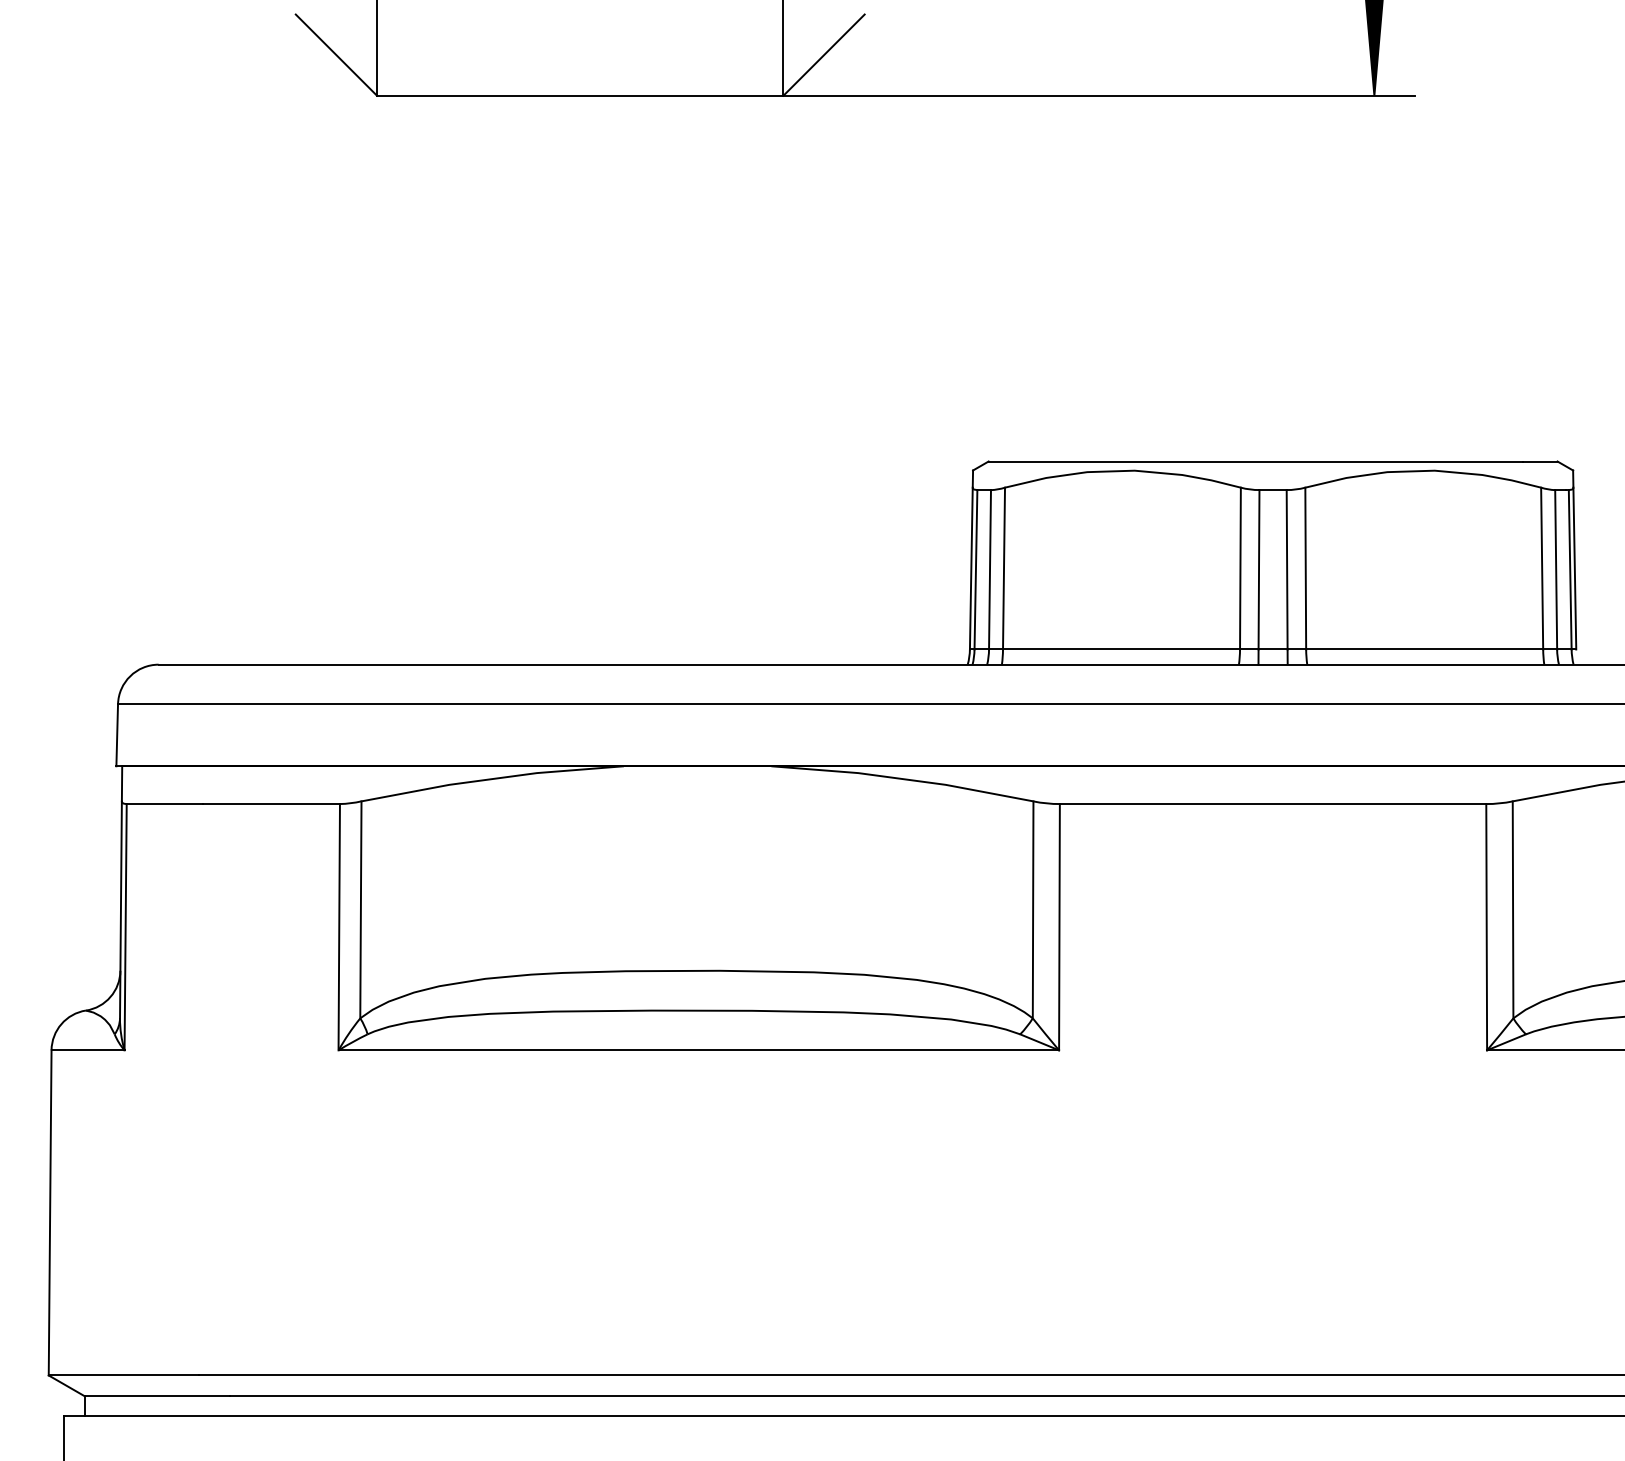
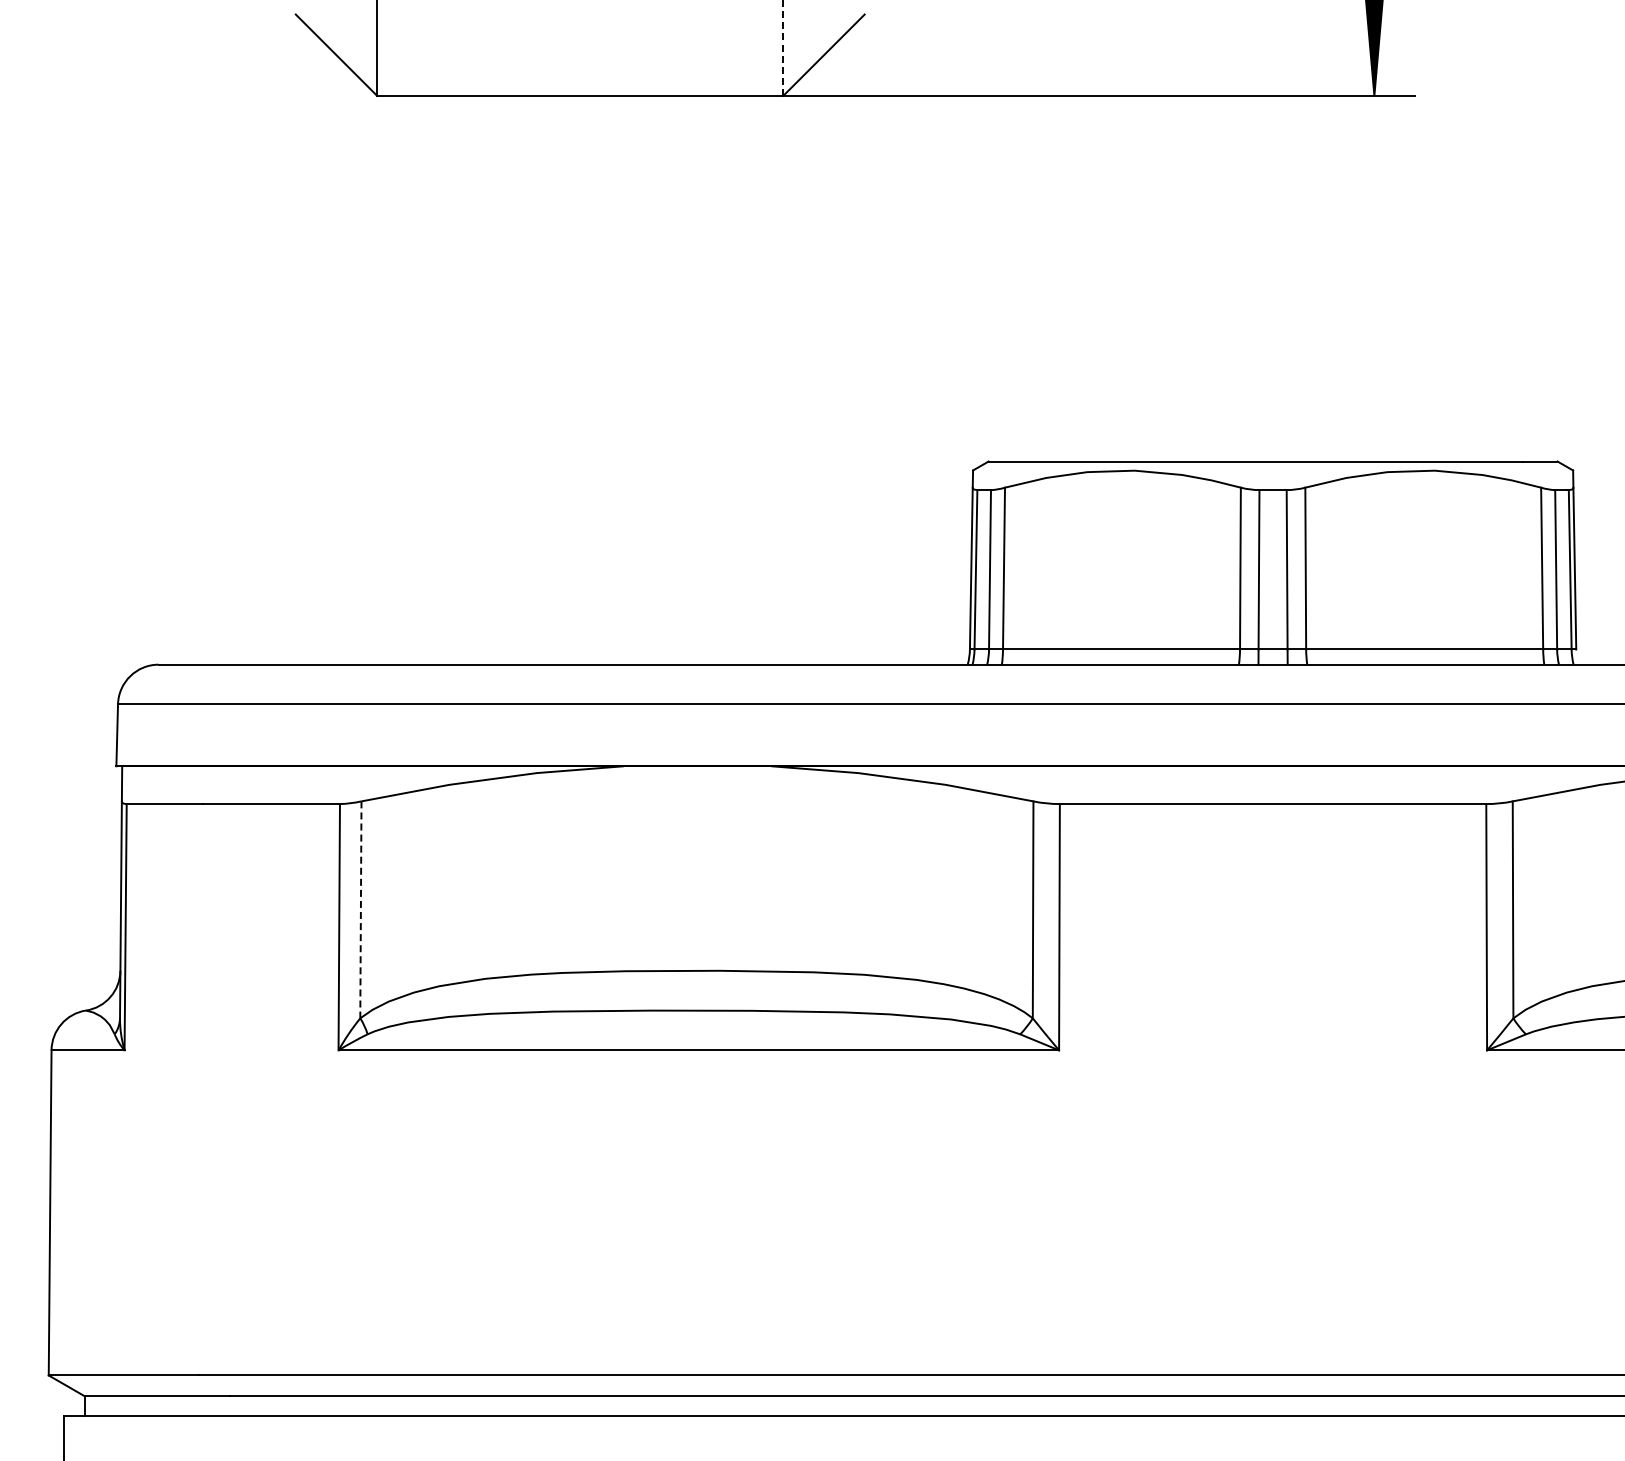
line at (783, 47): solid -> dashed
line at (360, 910): solid -> dashed
